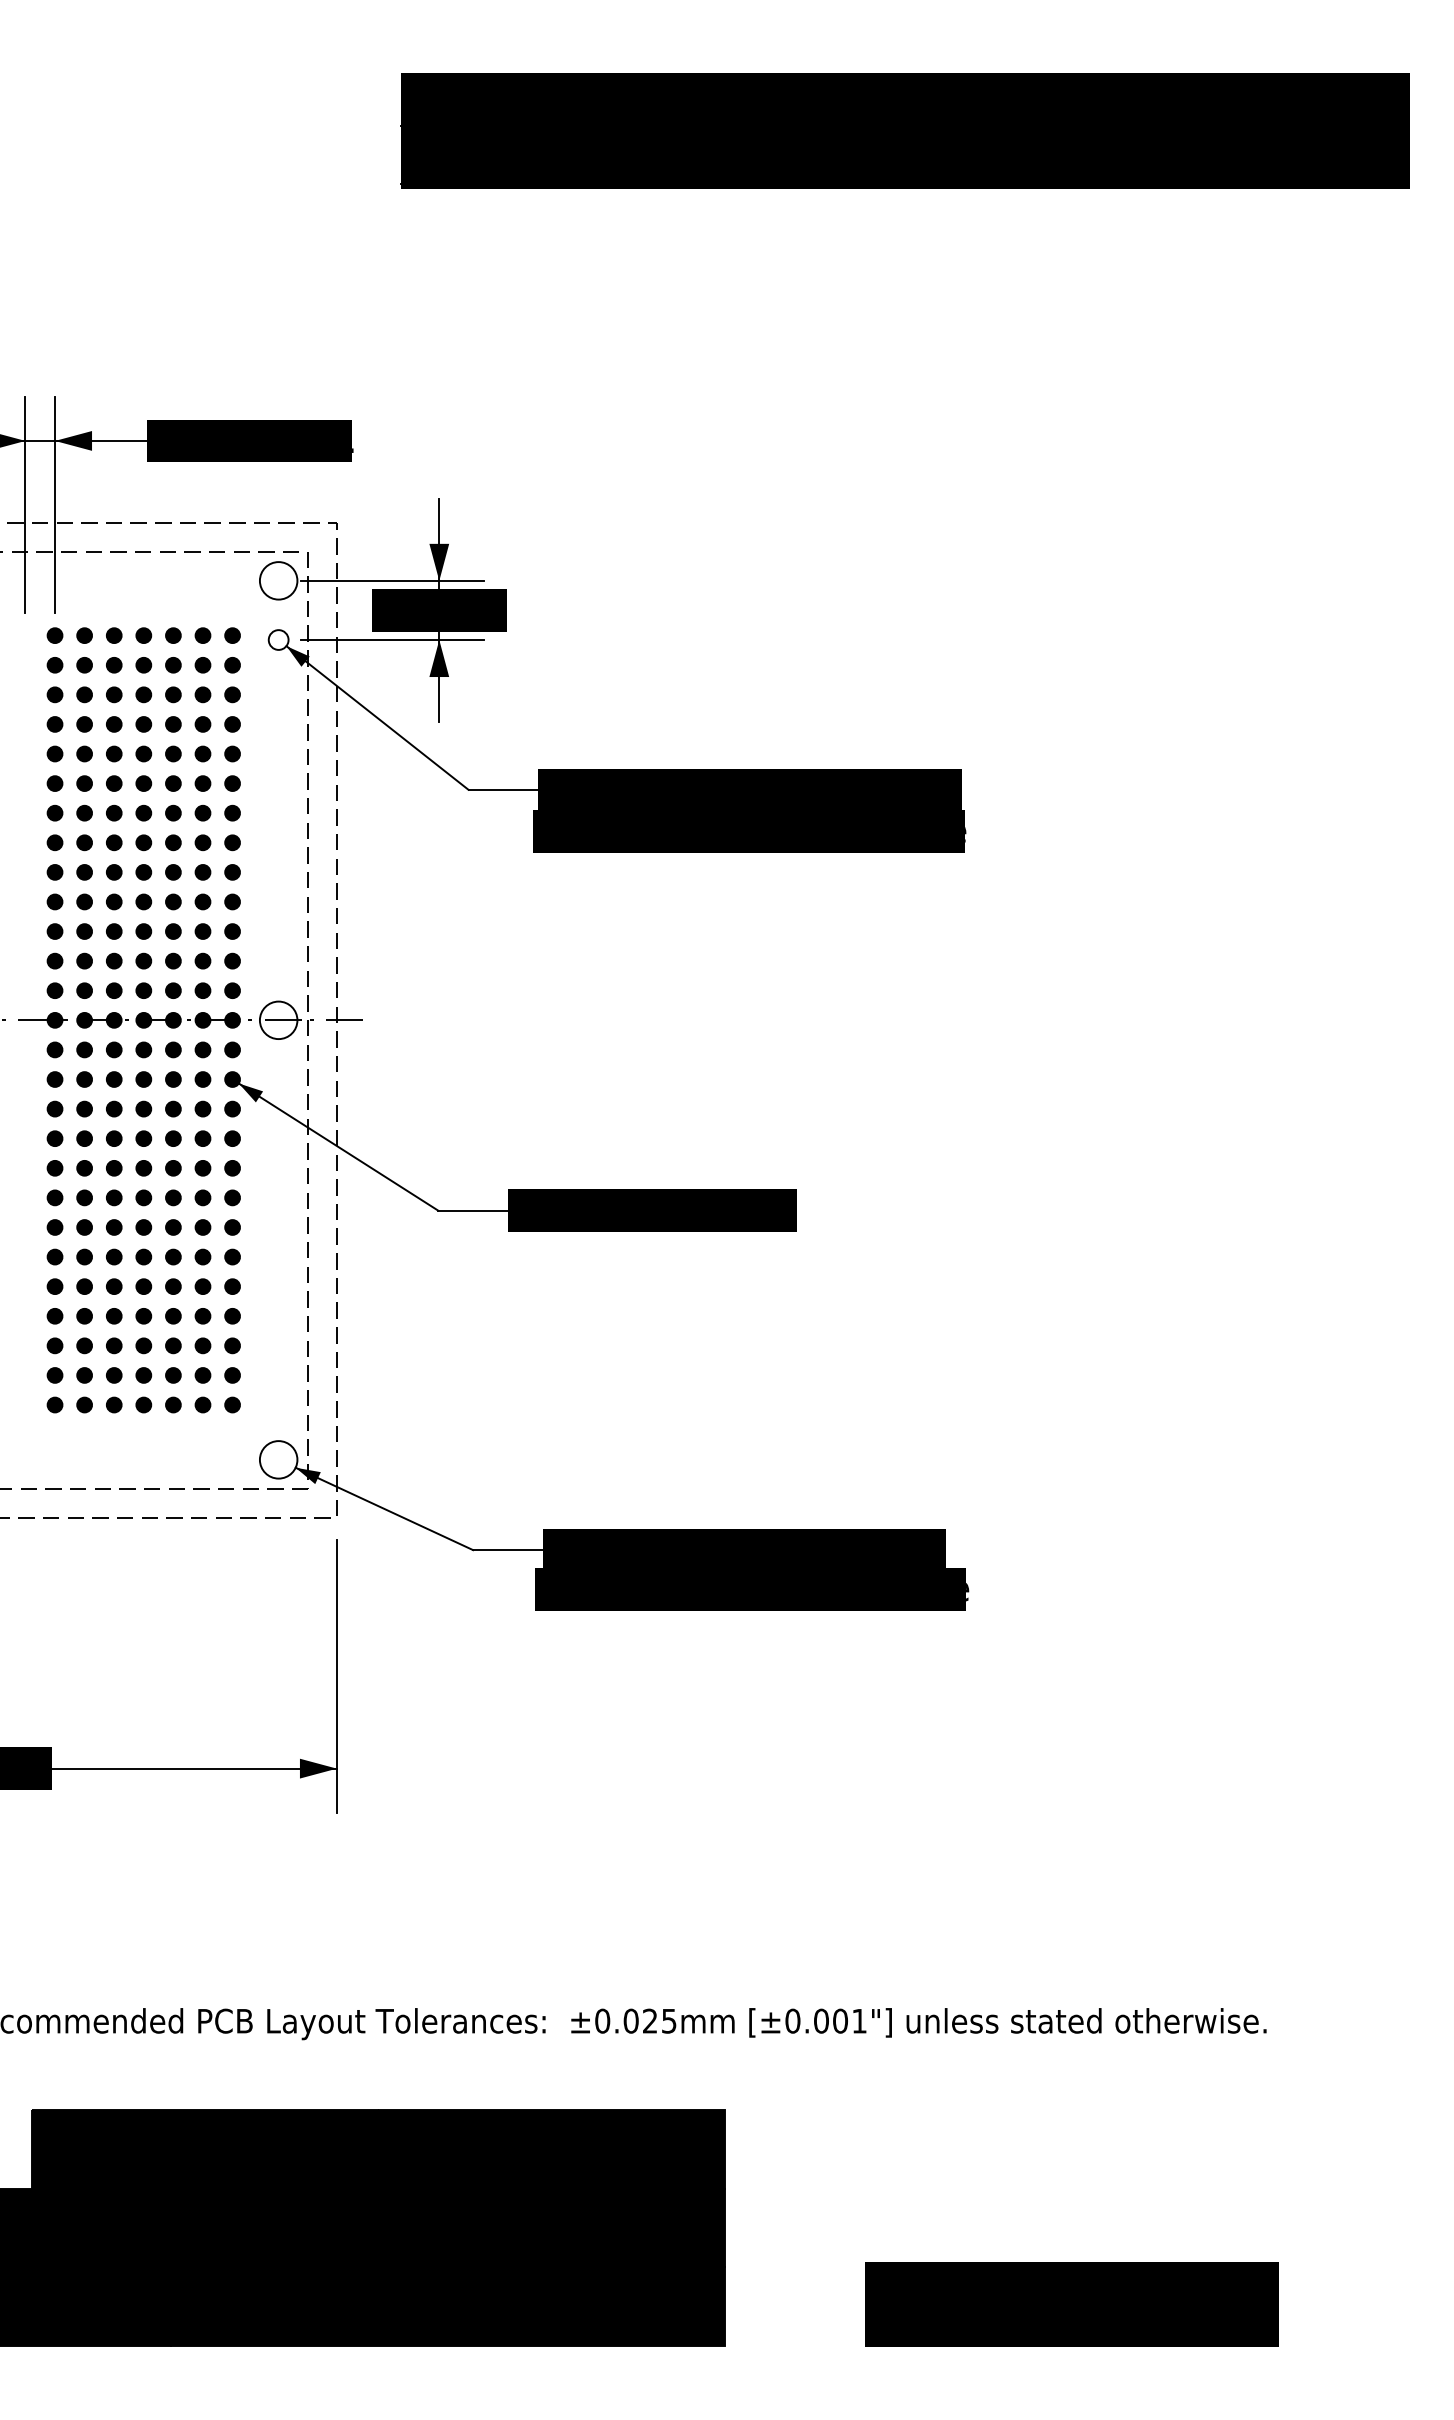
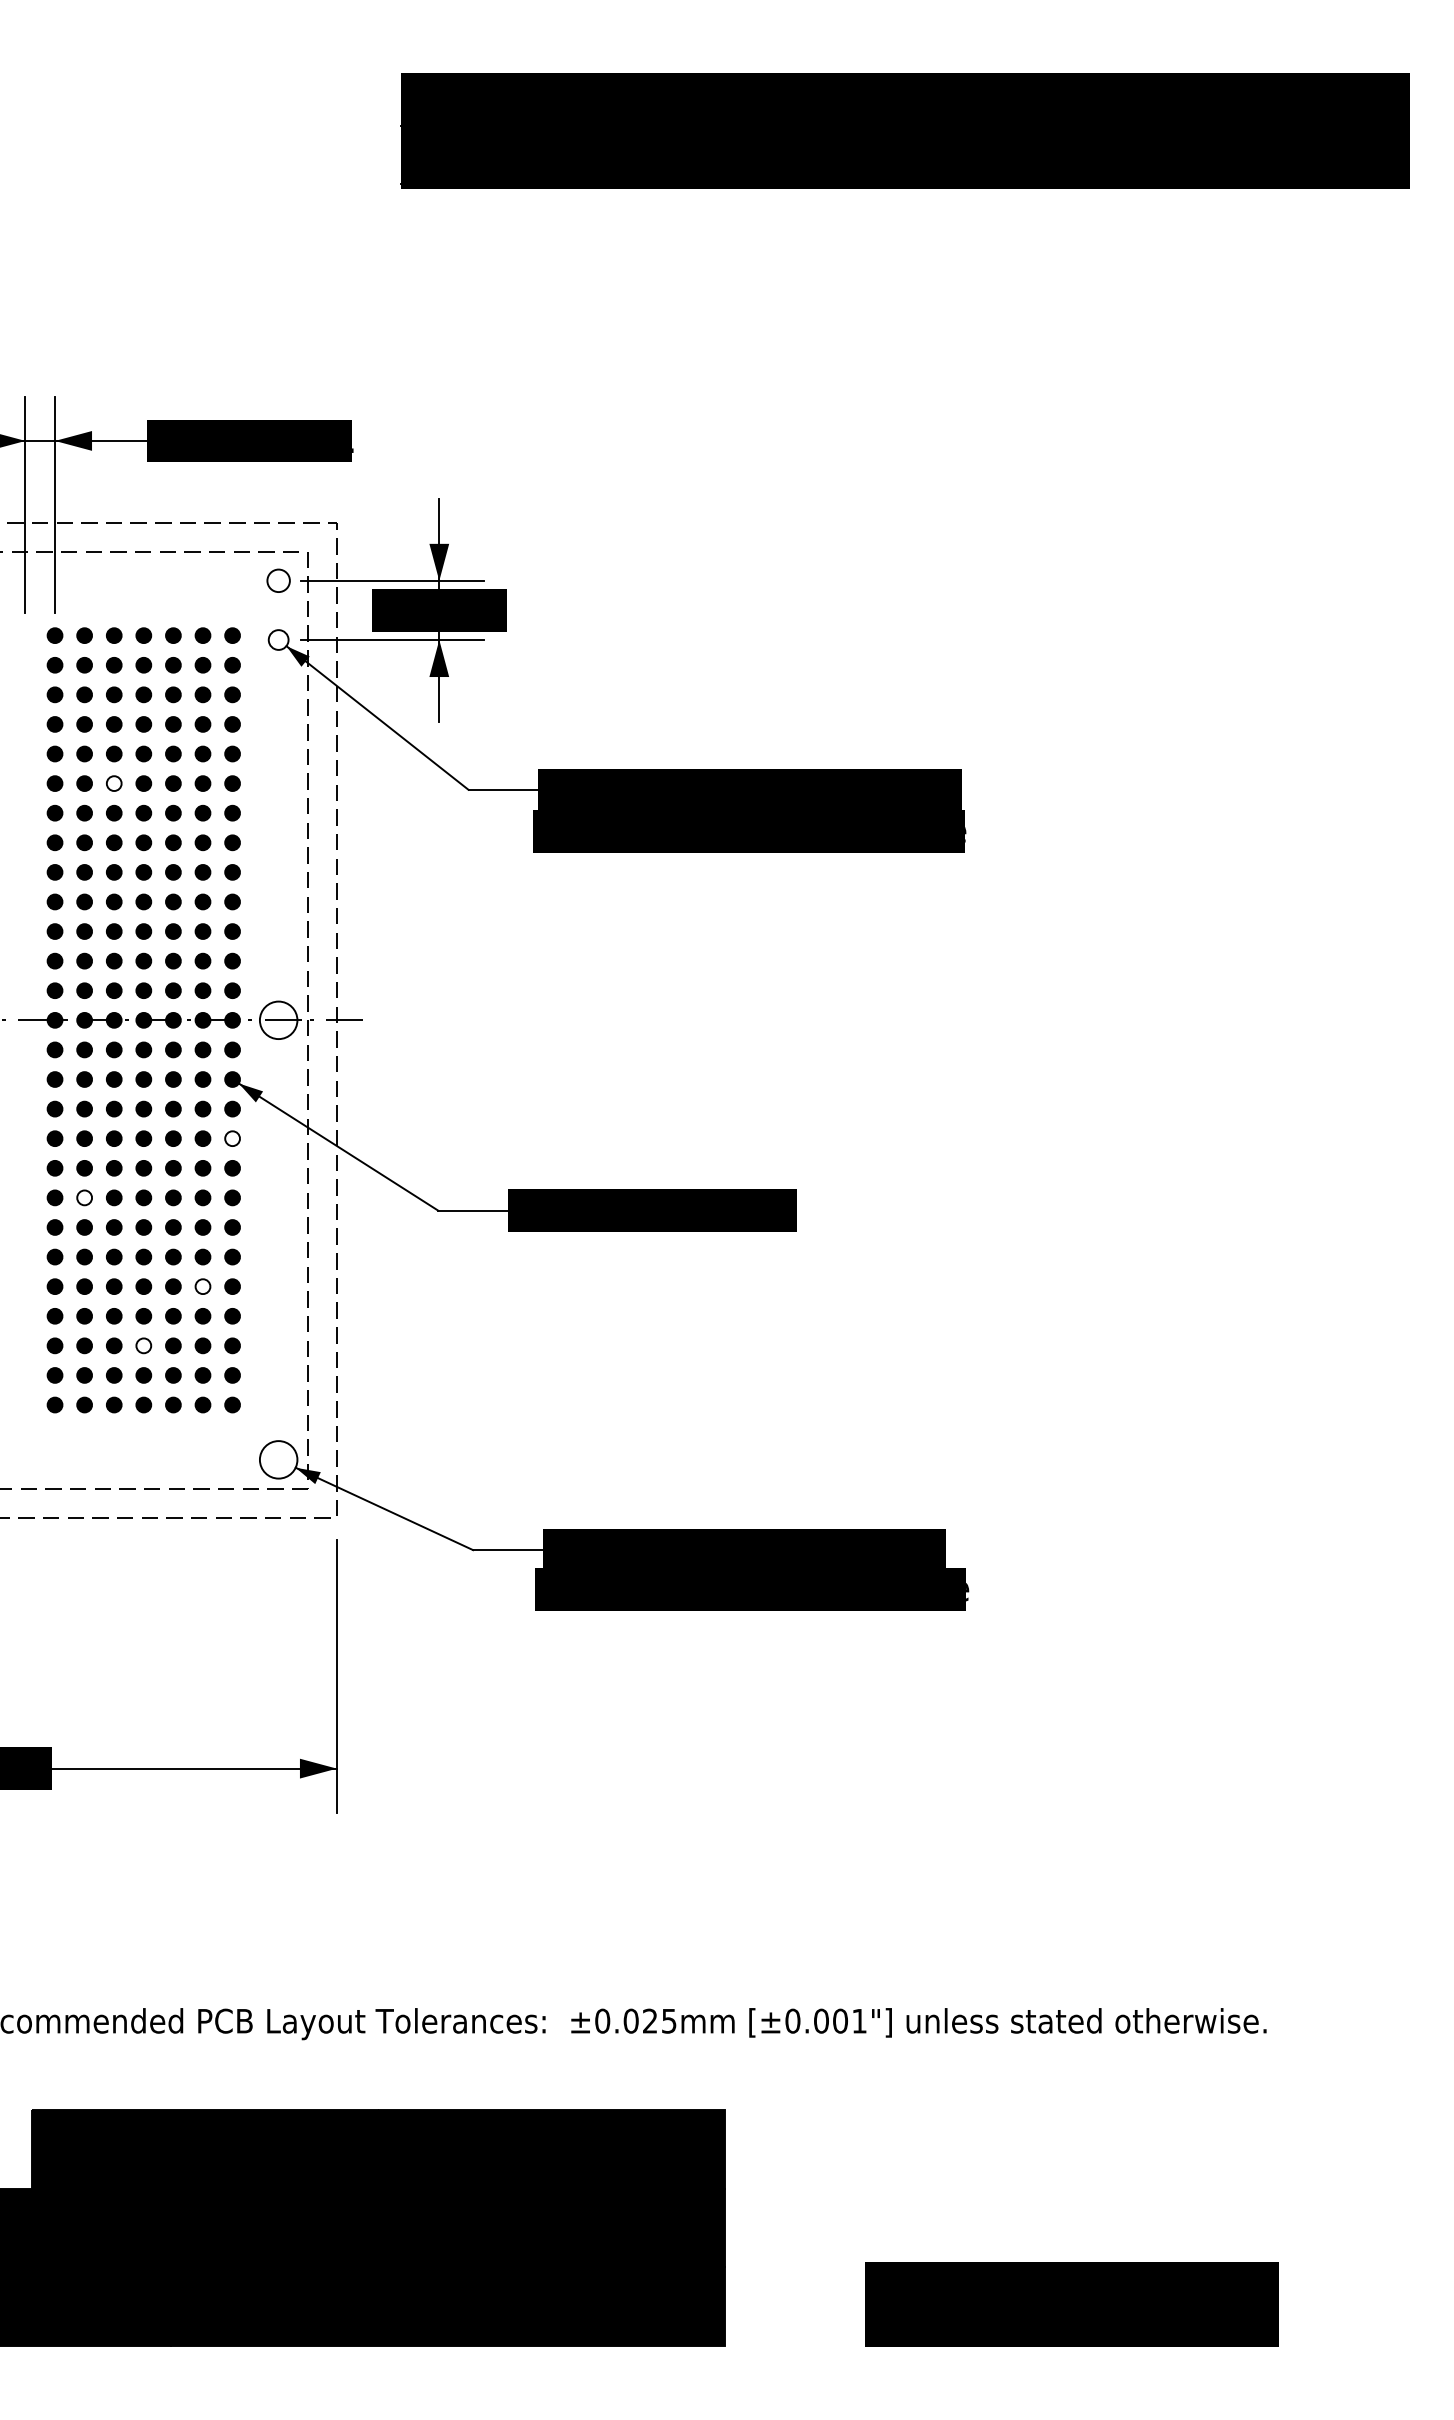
circle at (278, 580) diameter: 38 px -> 23 px
fill at (113, 783): present -> none
fill at (232, 1138): present -> none
fill at (84, 1197): present -> none
fill at (202, 1286): present -> none
fill at (143, 1345): present -> none
